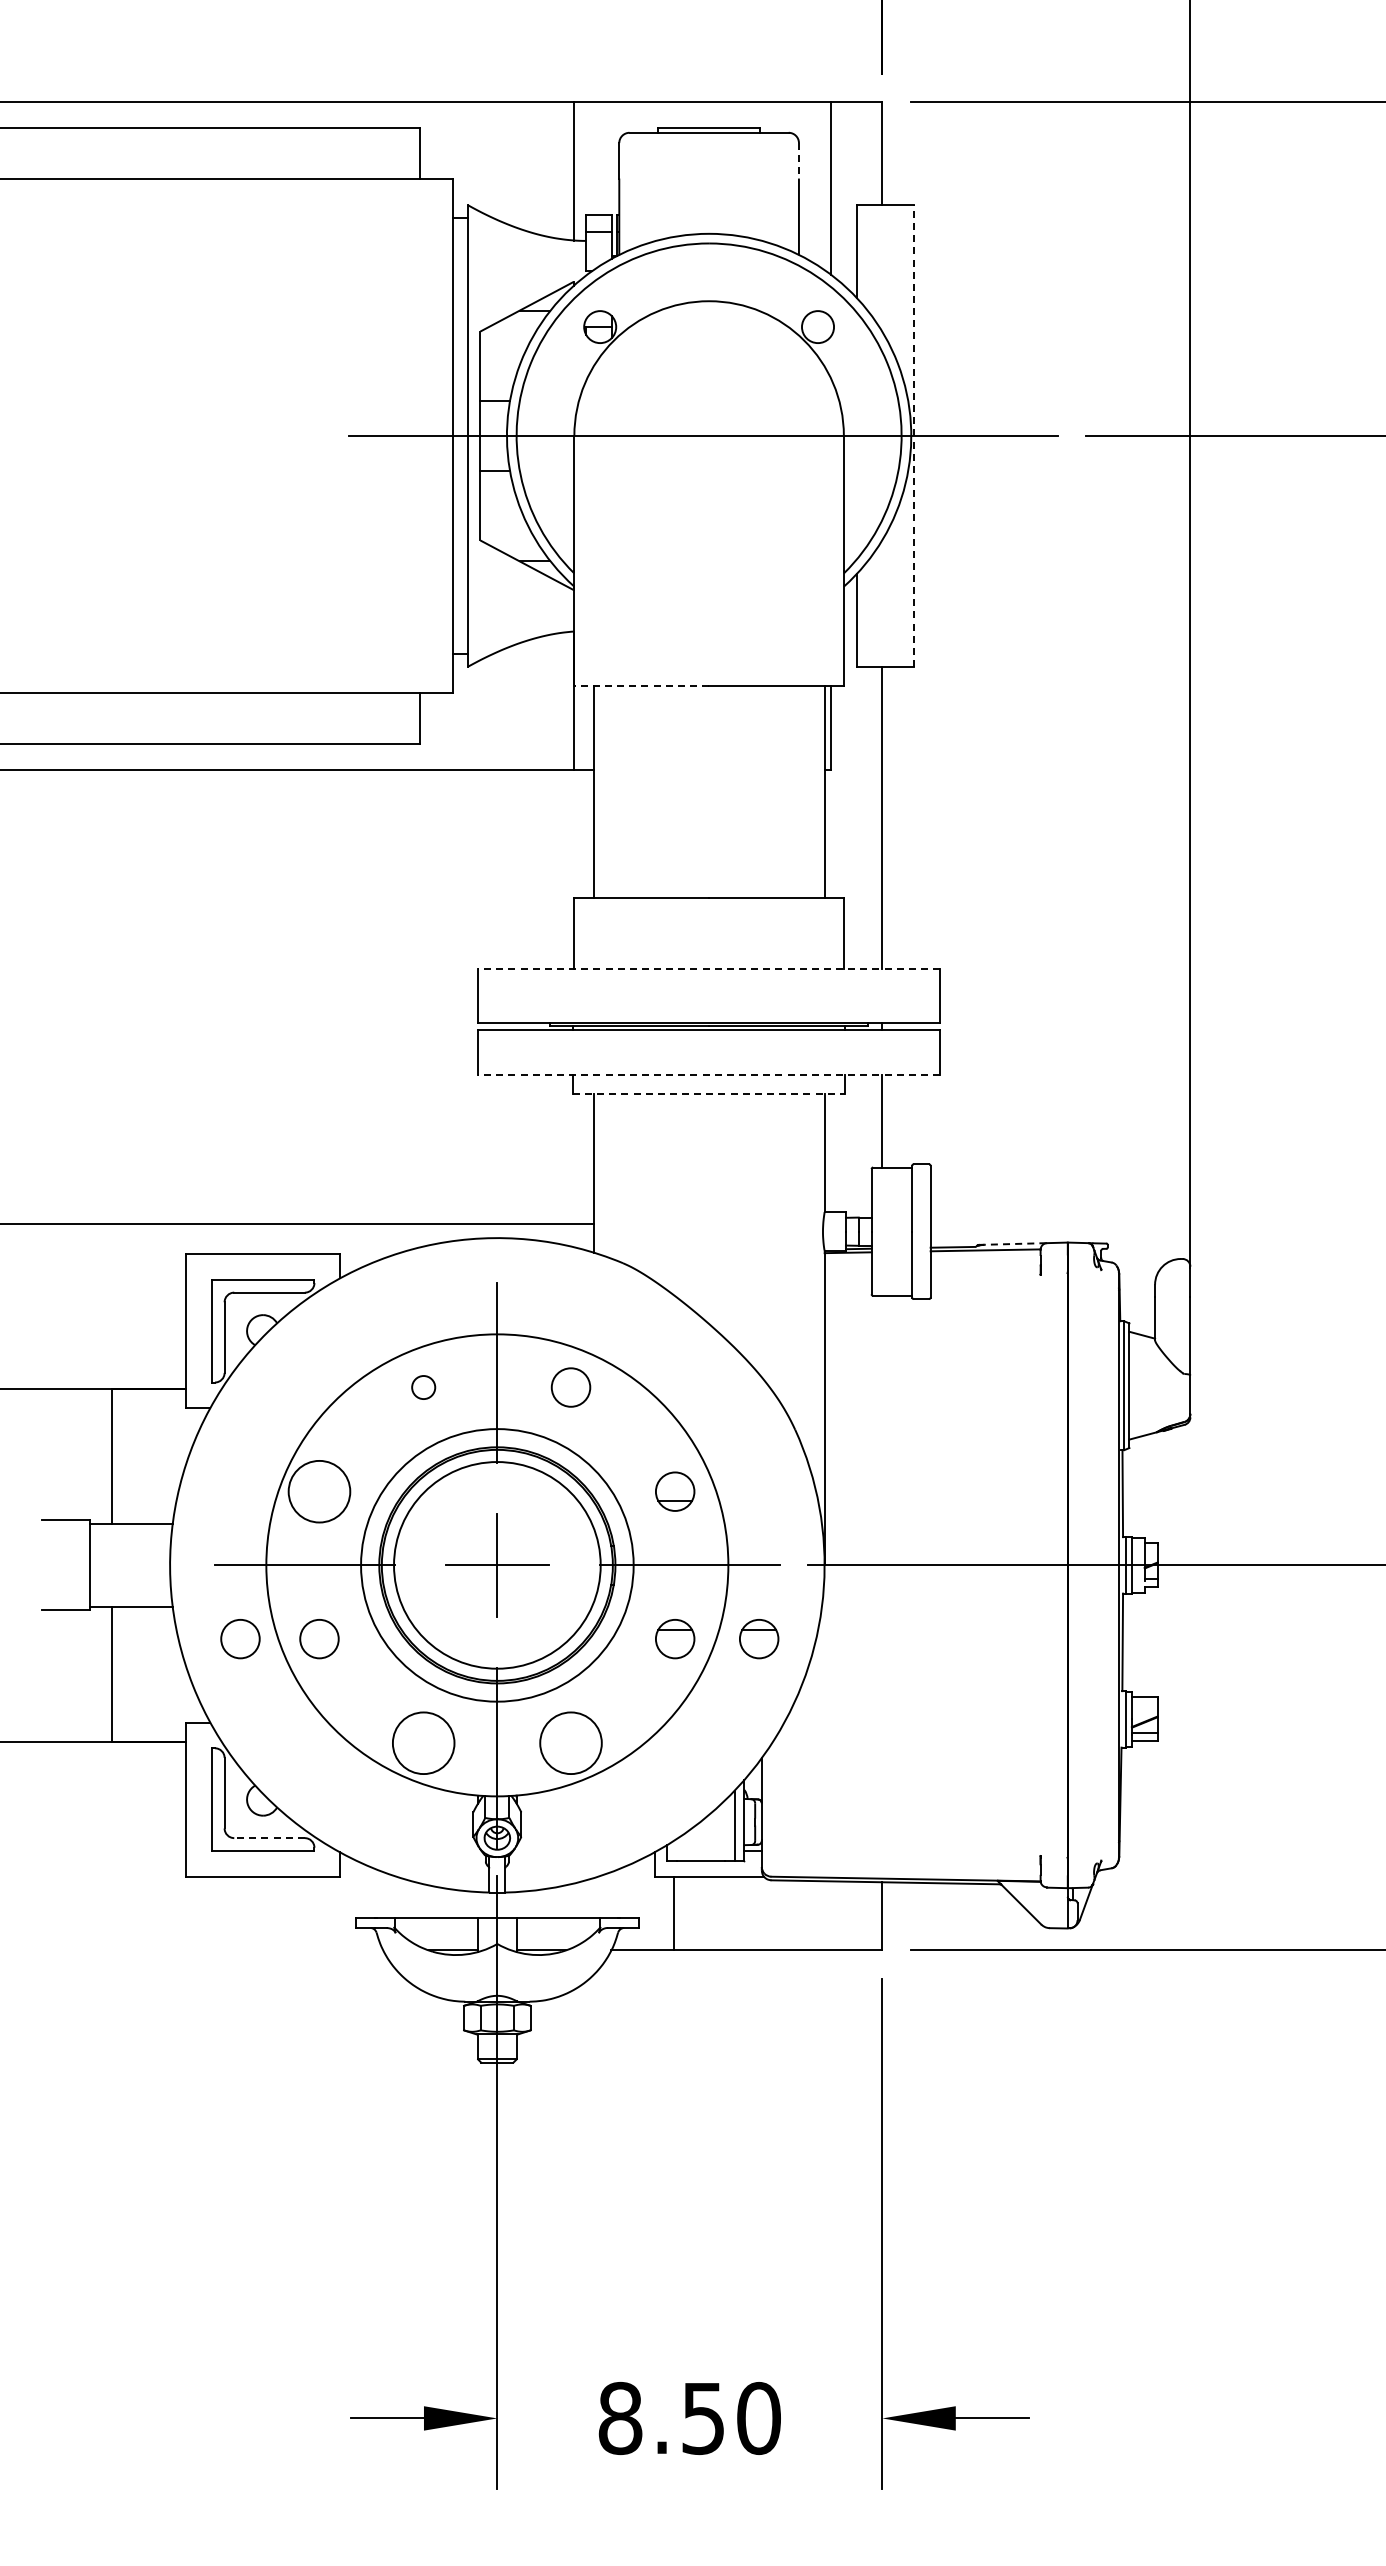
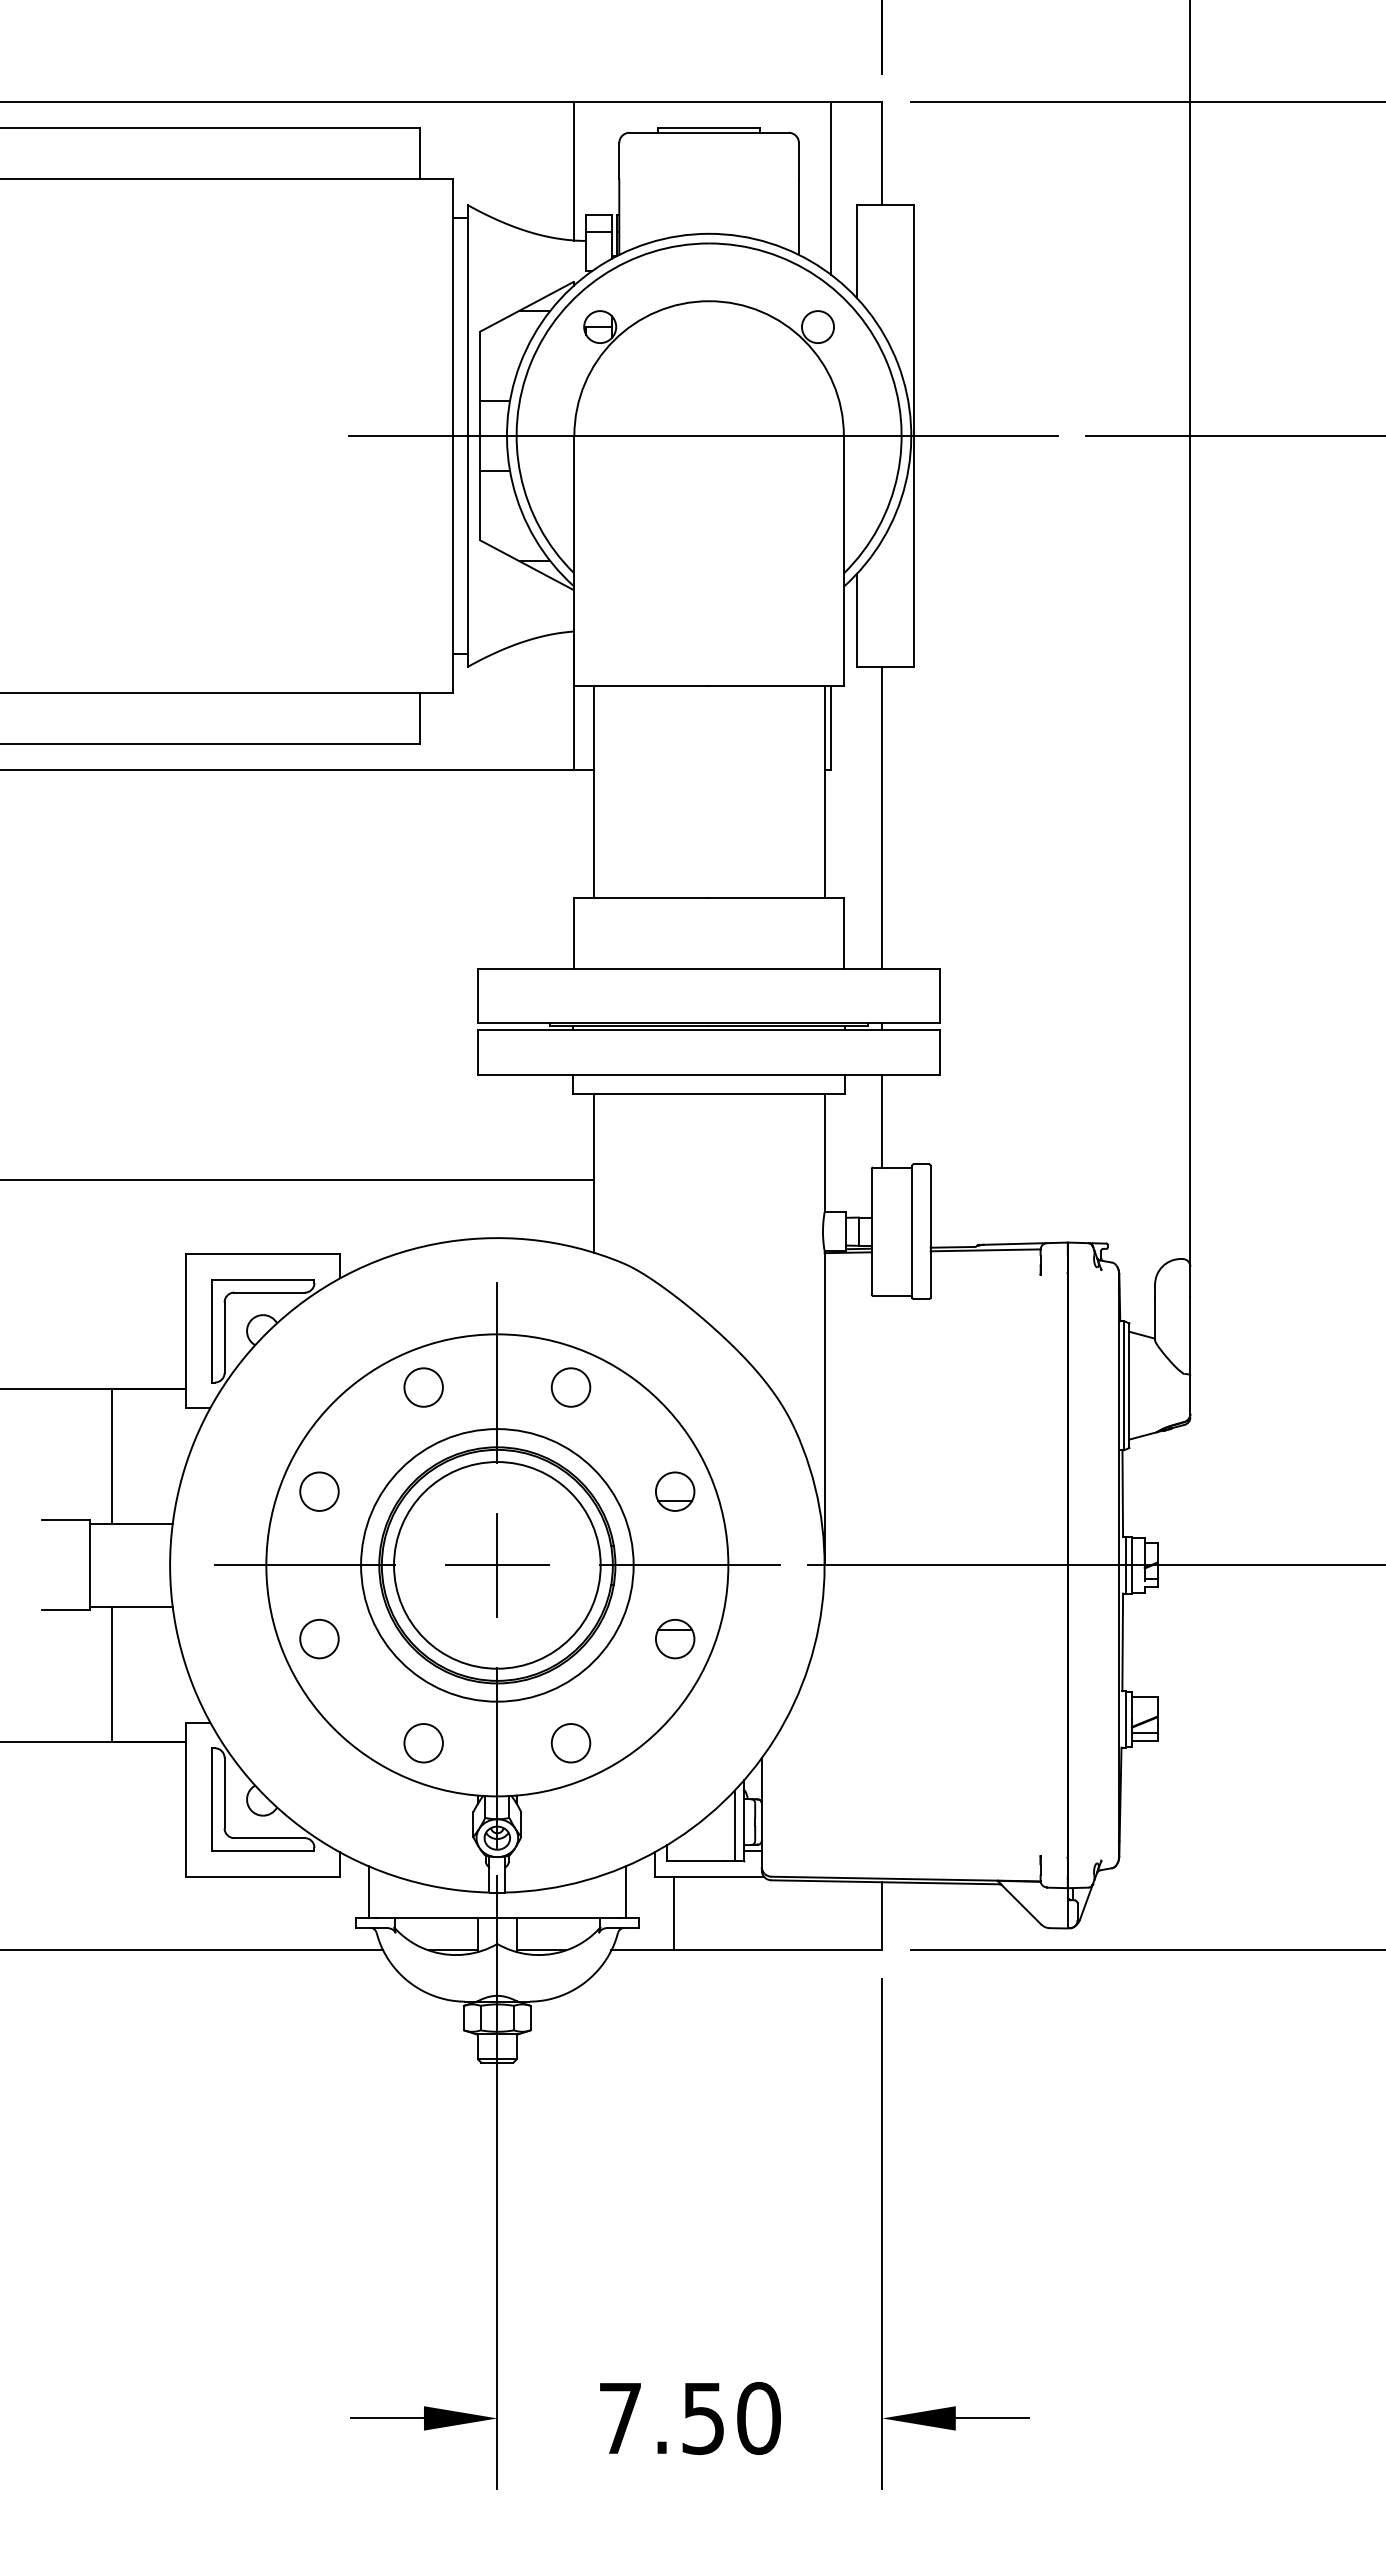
line at (798, 160): dashed -> solid
line at (914, 435): dashed -> solid
line at (641, 686): dashed -> solid
line at (708, 968): dashed -> solid
line at (708, 1074): dashed -> solid
line at (709, 1093): dashed -> solid
line at (297, 1224) position: (297, 1224) -> (297, 1180)
line at (1015, 1243): dashed -> solid
circle at (423, 1387) diameter: 23 px -> 39 px
circle at (319, 1491) diameter: 62 px -> 39 px
circle at (240, 1639): present -> none
part at (759, 1639): present -> none
circle at (423, 1743) diameter: 62 px -> 39 px
circle at (570, 1743) diameter: 62 px -> 39 px
line at (269, 1838): dashed -> solid
line at (369, 1892): none -> present
line at (625, 1892): none -> present
line at (192, 1950): none -> present
text at (620, 2418): 8.50 -> 7.50
